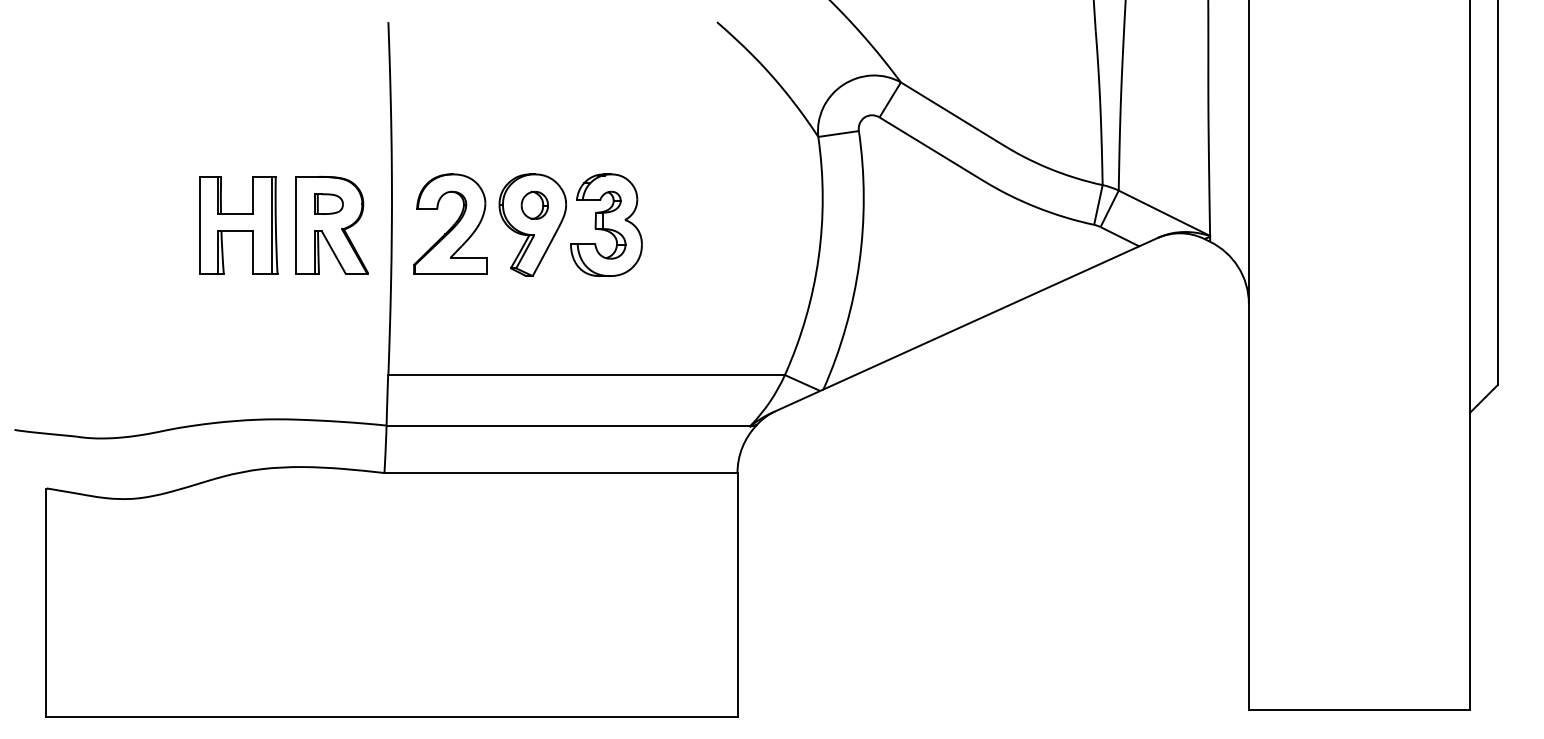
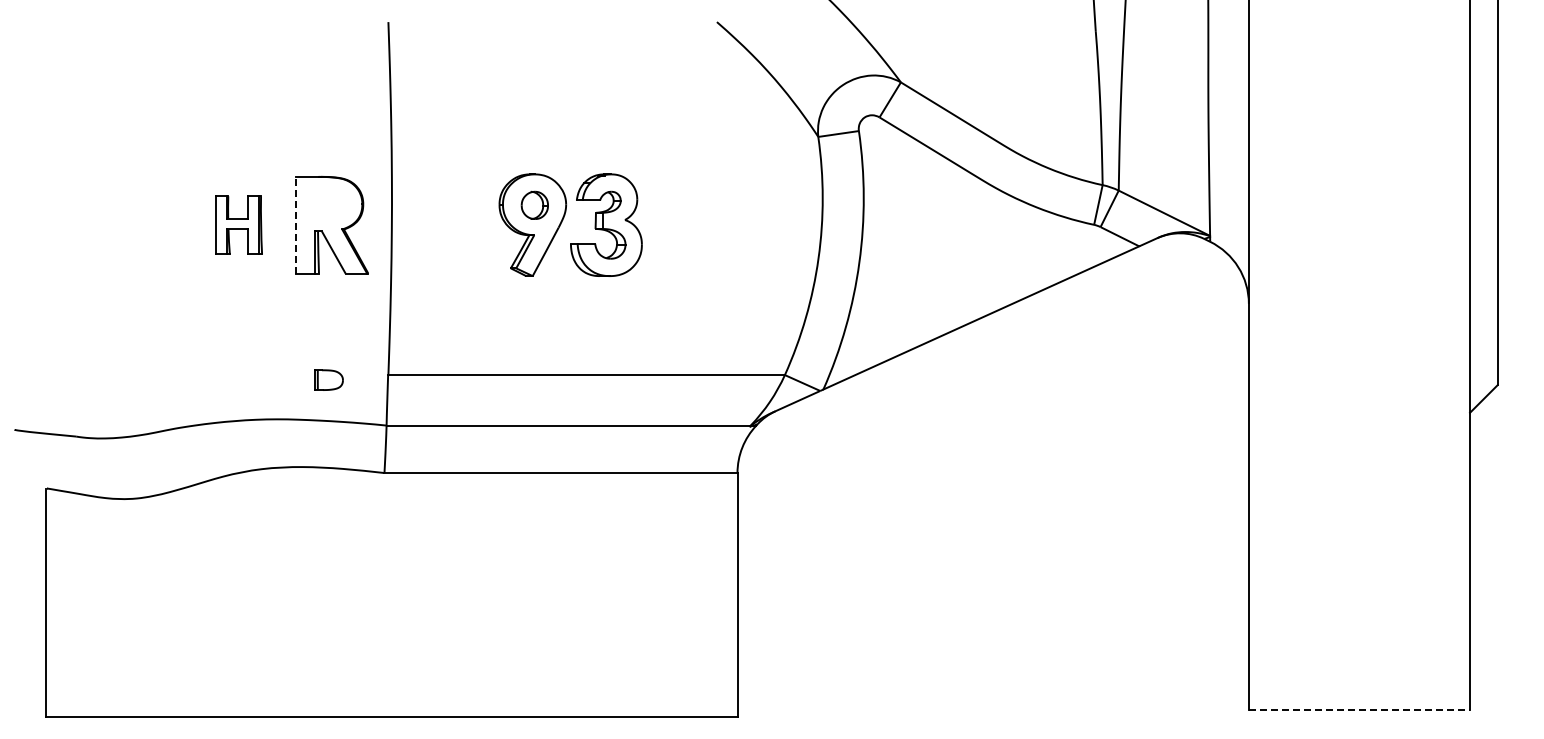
part at (328, 203) position: (328, 203) -> (328, 379)
part at (450, 223): present -> none
line at (296, 224): solid -> dashed
part at (238, 225) size: 80x99 px -> 48x60 px
line at (1359, 709): solid -> dashed
